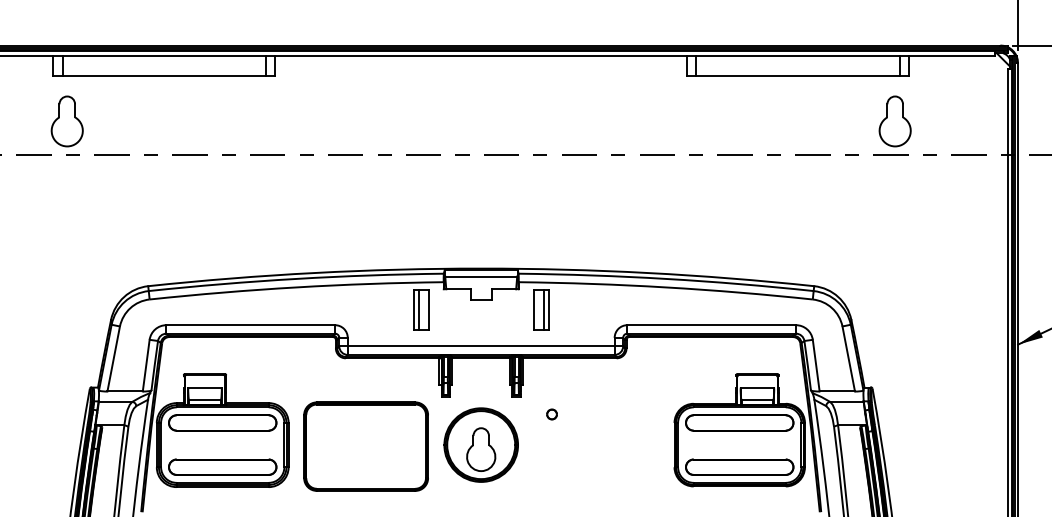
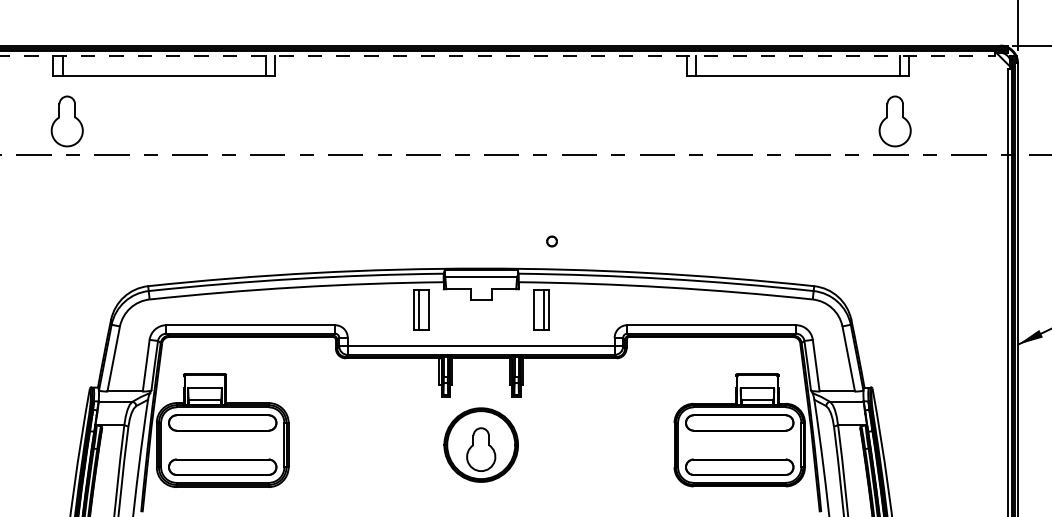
line at (498, 55): solid -> dashed
part at (551, 414) position: (551, 414) -> (551, 241)
part at (365, 446): present -> none
